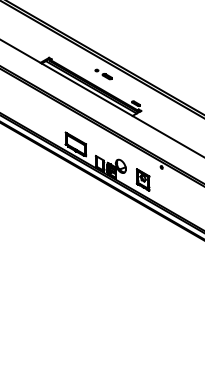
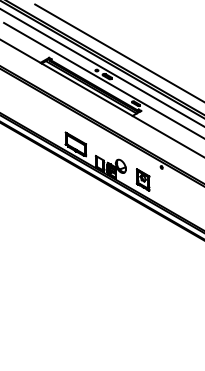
line at (118, 52): none -> present
line at (101, 67): none -> present
line at (102, 79): none -> present
